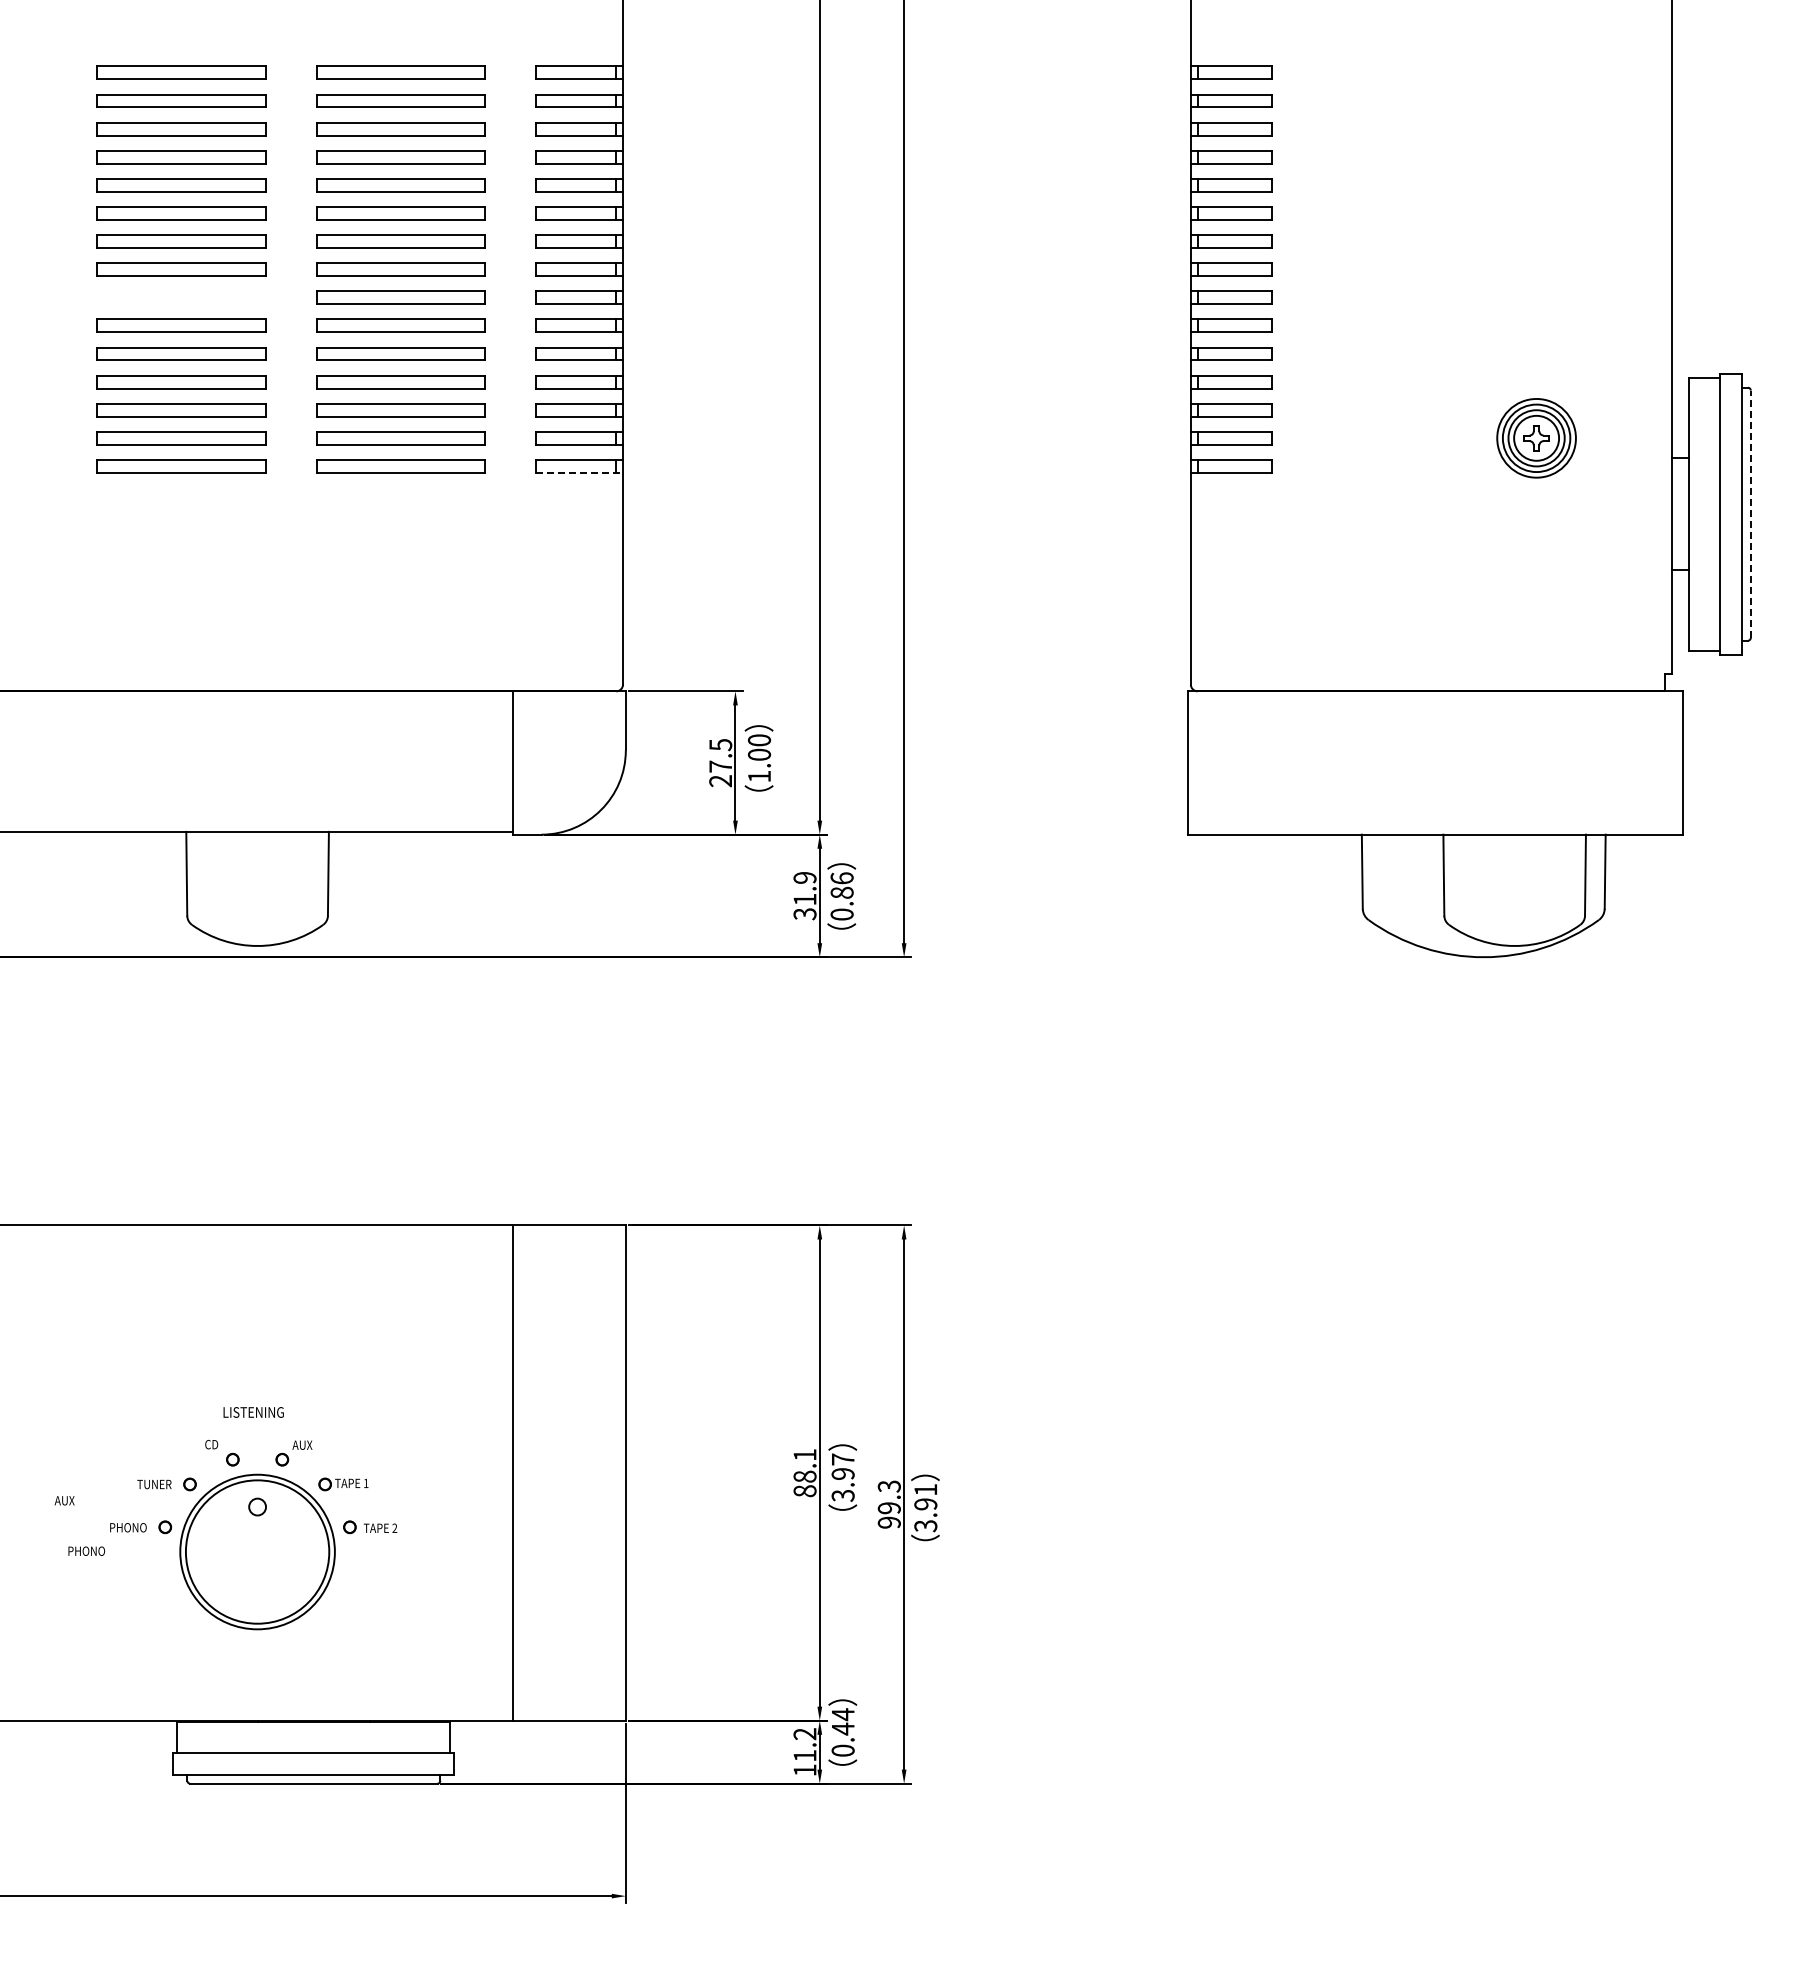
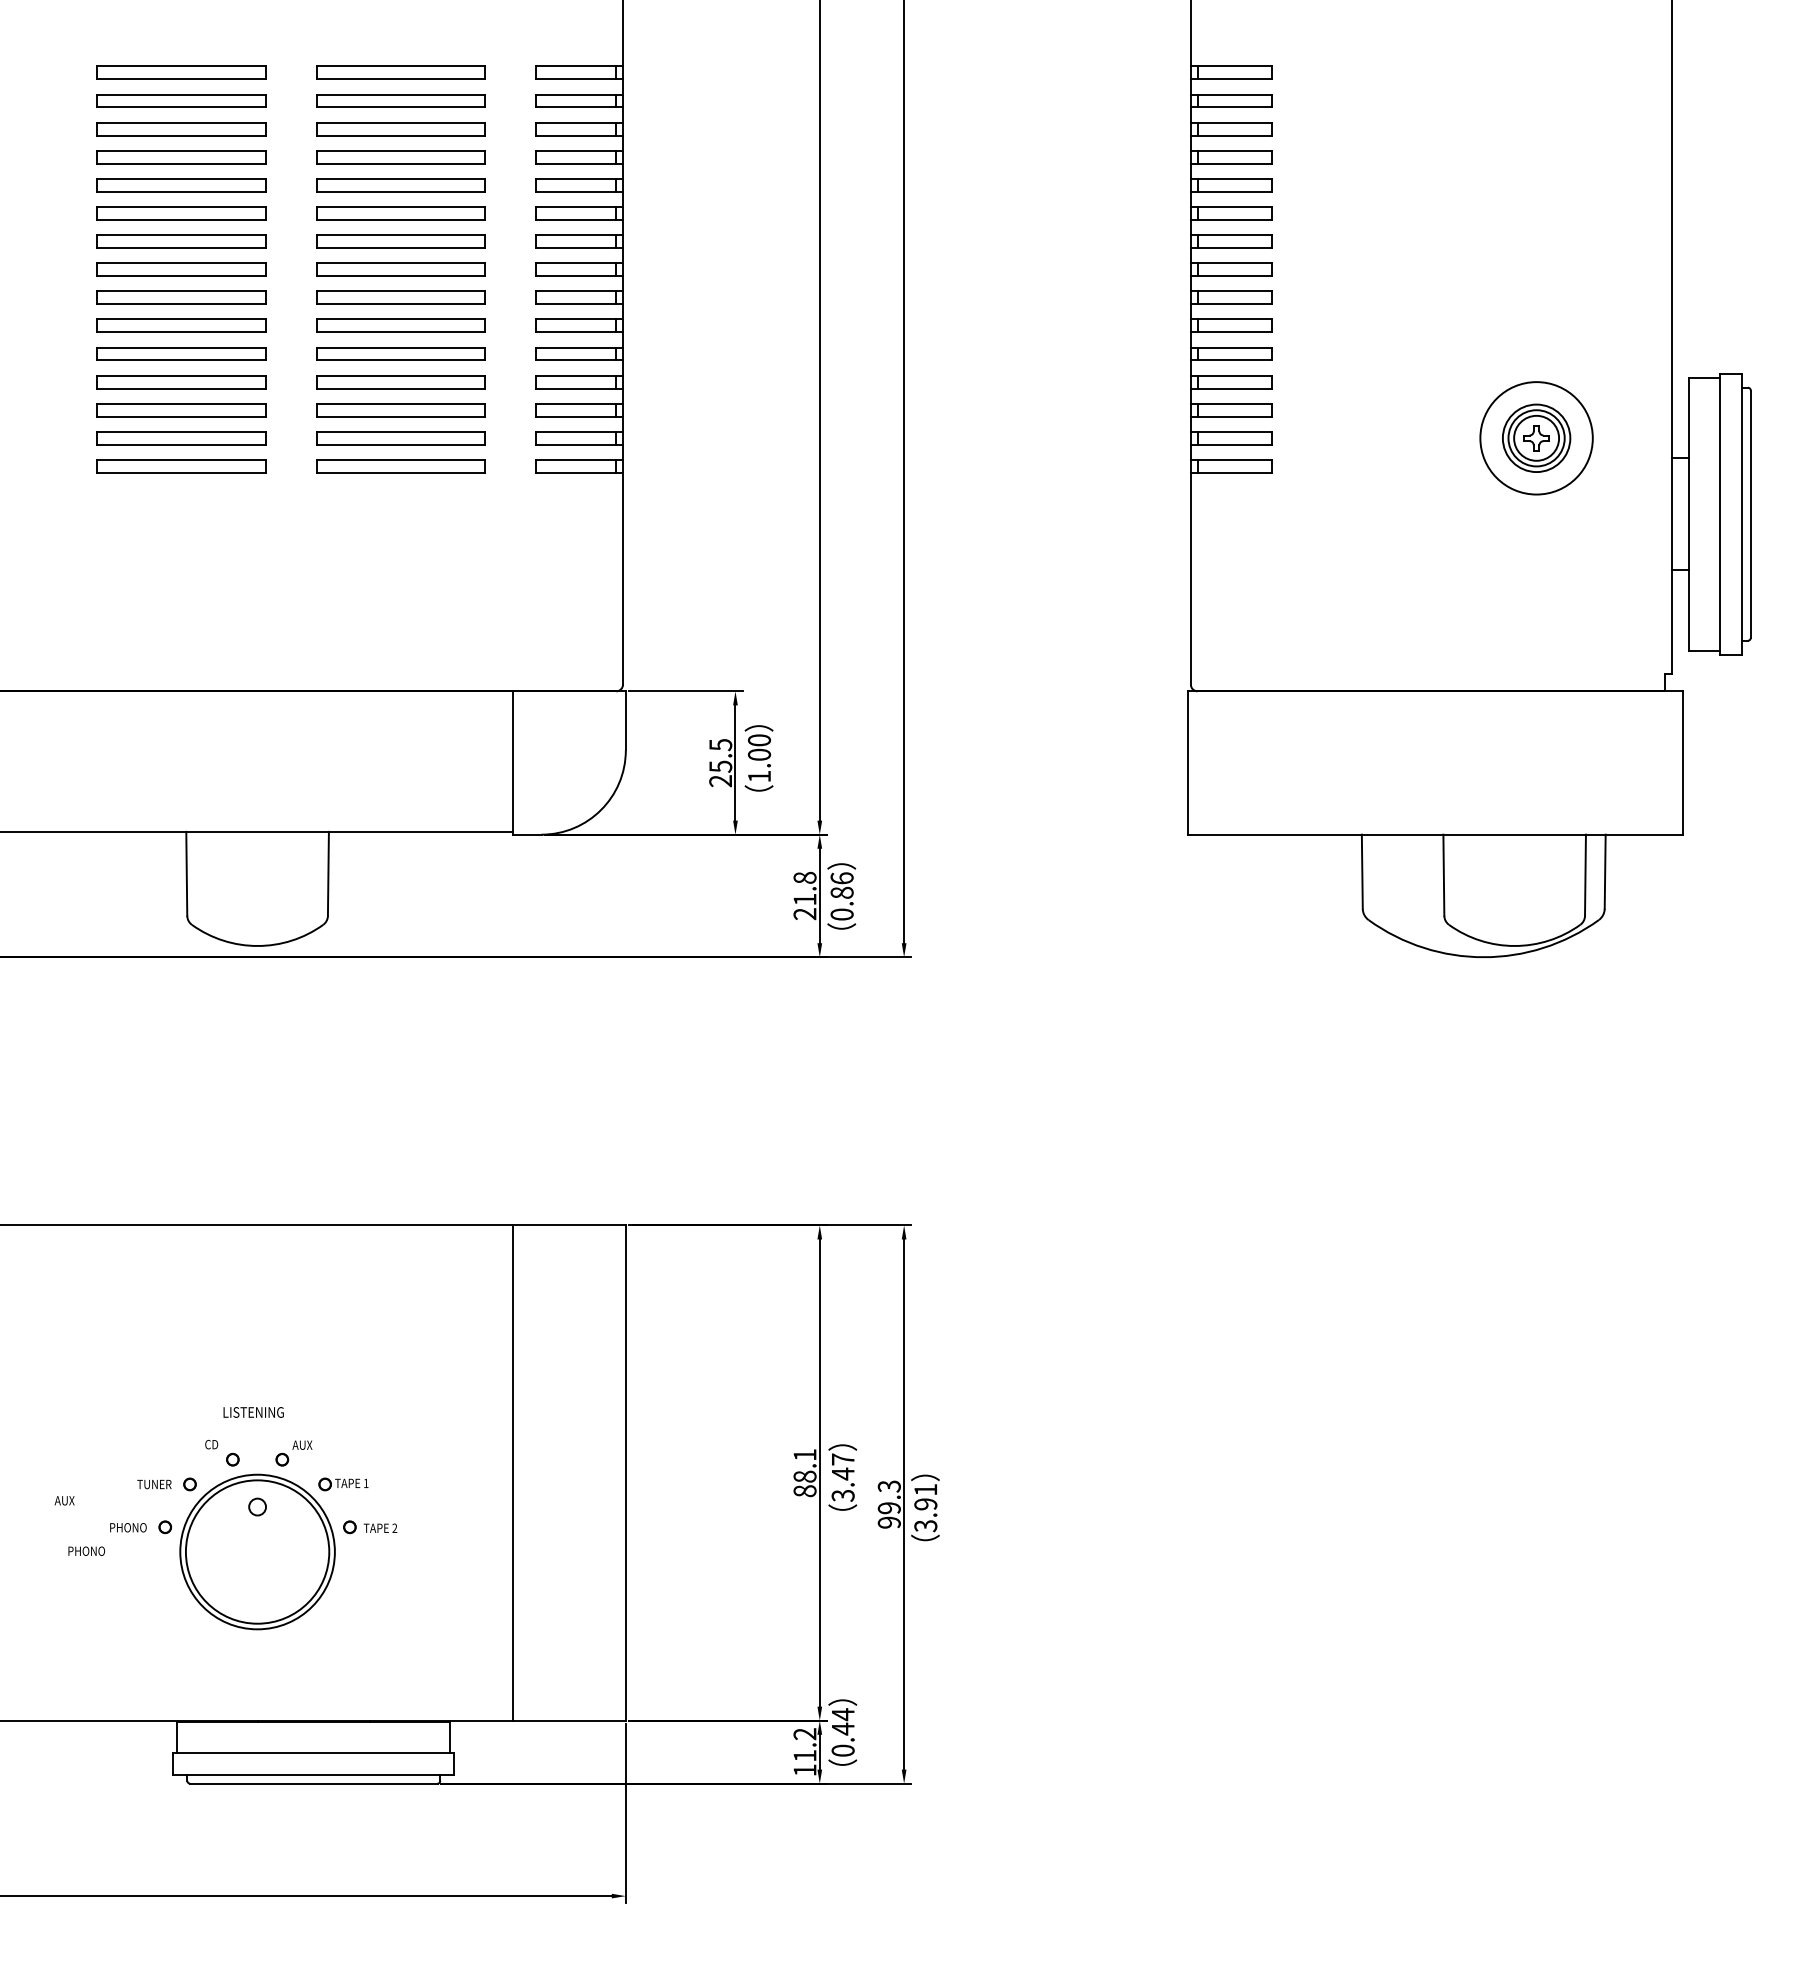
part at (181, 297): none -> present
circle at (1536, 437) diameter: 79 px -> 112 px
line at (579, 472): dashed -> solid
line at (1750, 514): dashed -> solid
text at (720, 766): 27.5 -> 25.5
text at (804, 895): 31.9 -> 21.8
text at (842, 1473): 3.97 -> 3.47
